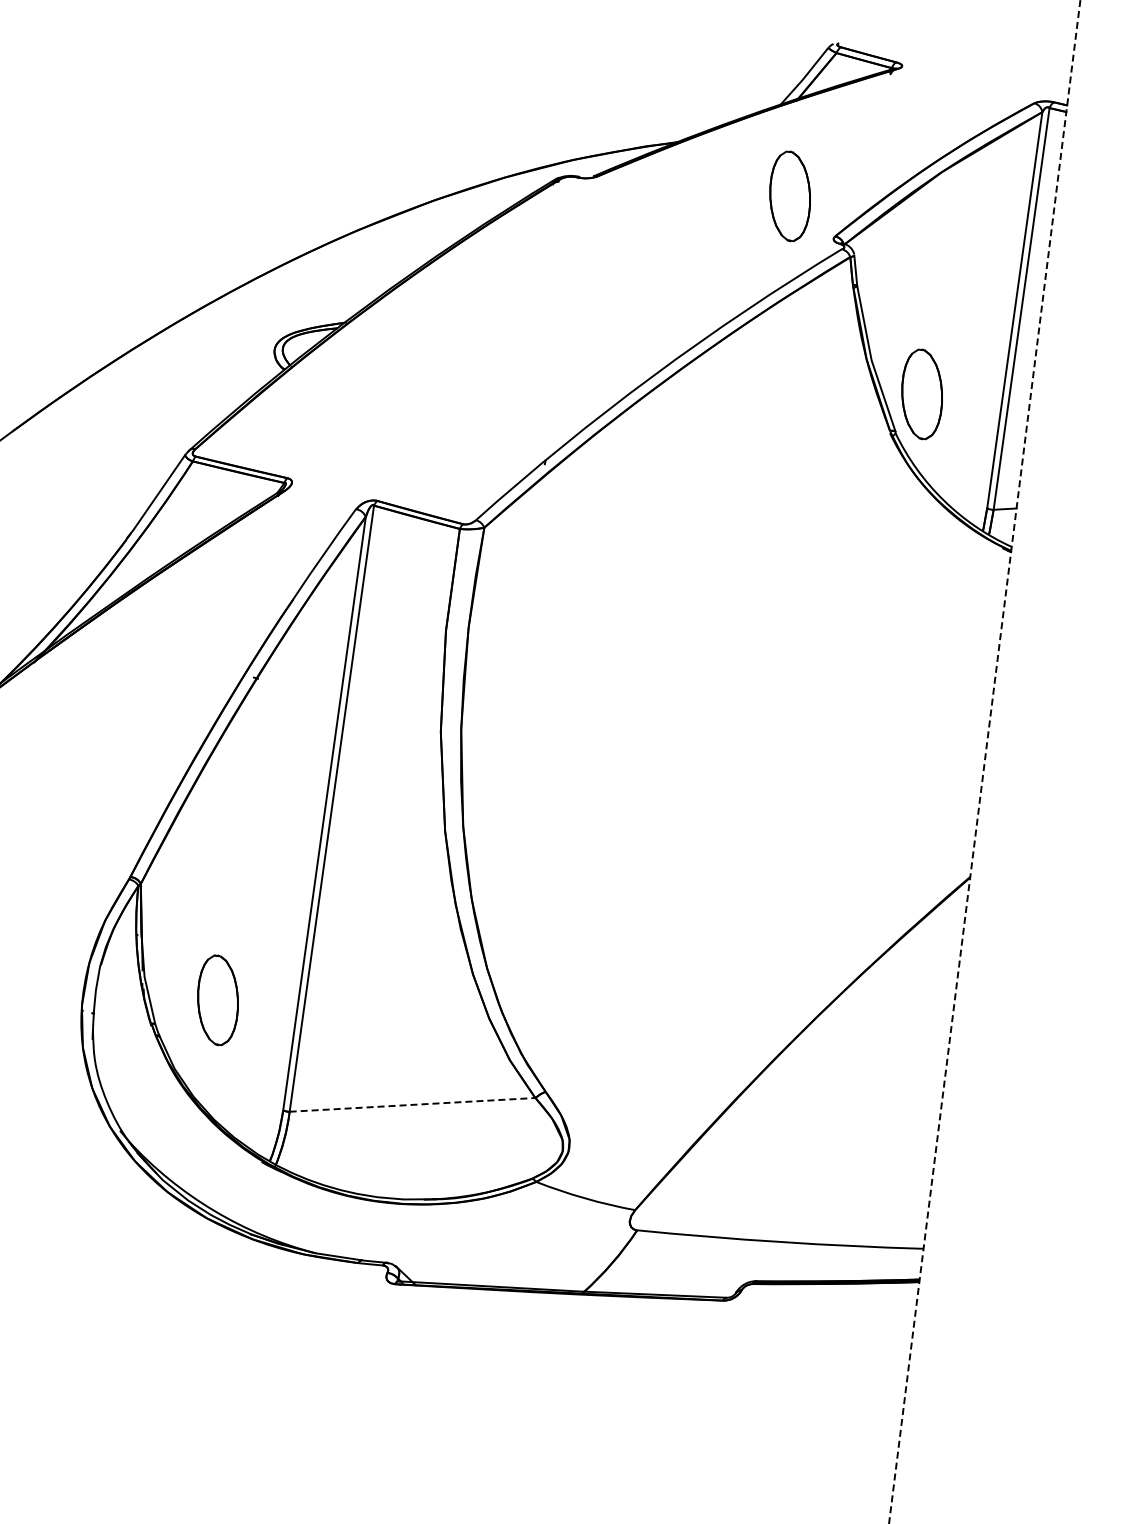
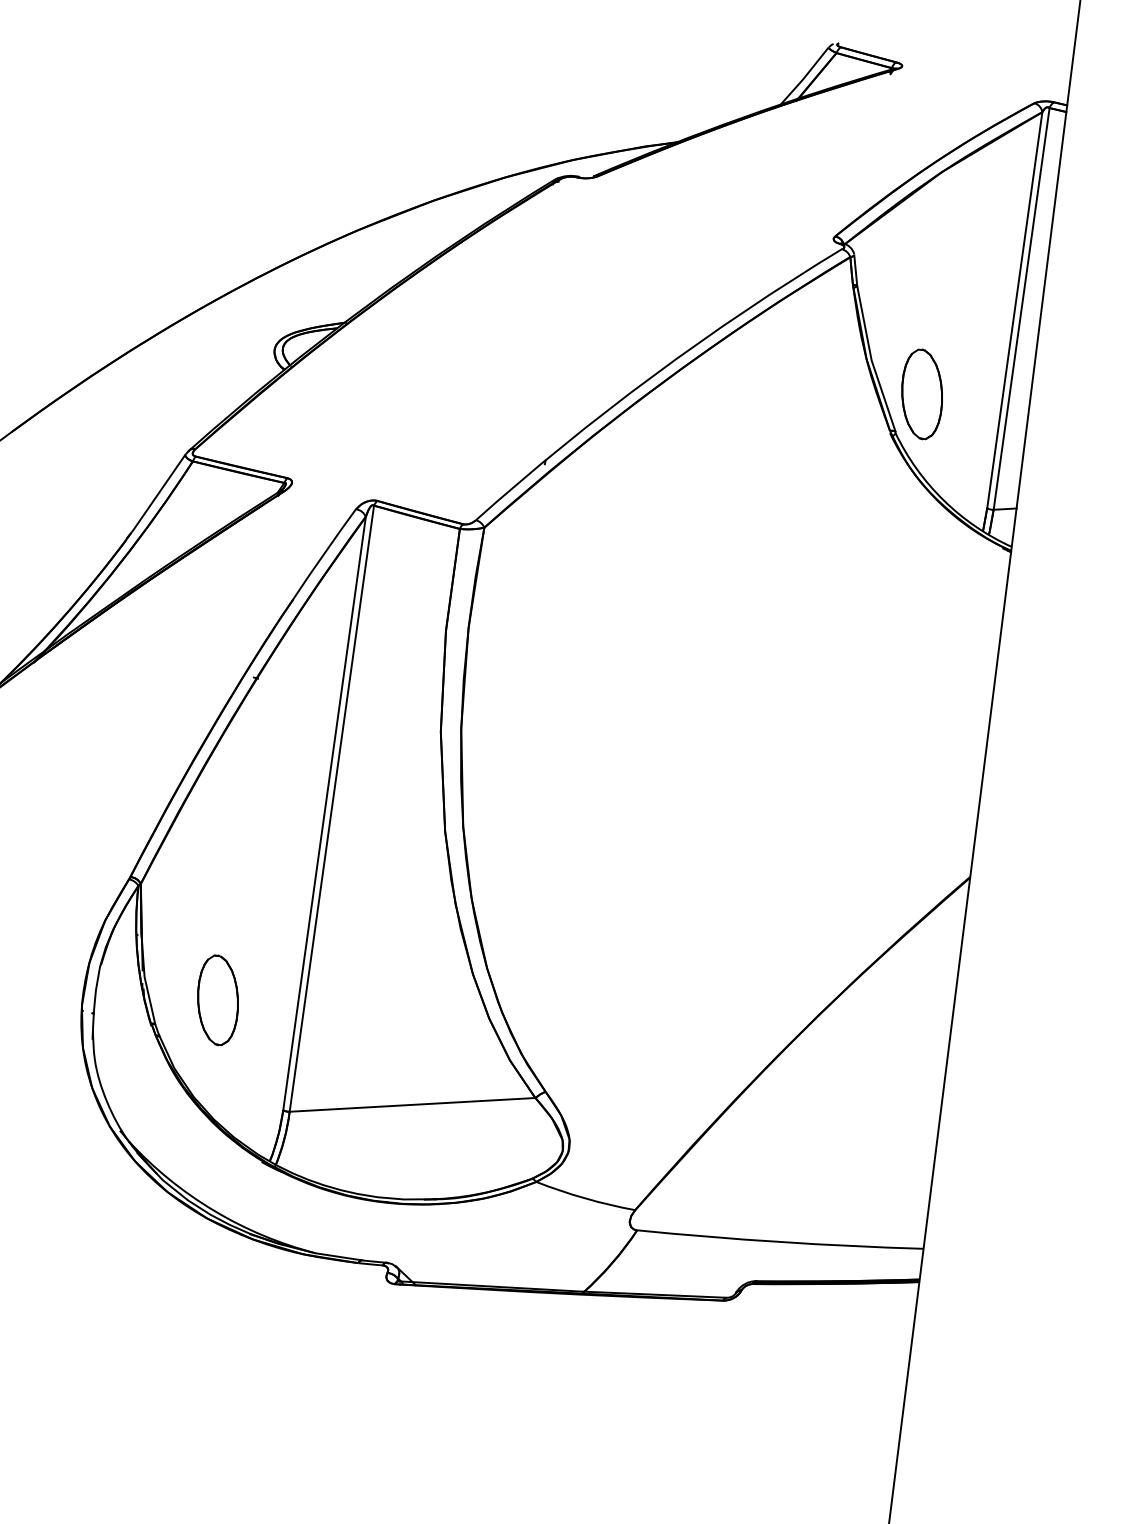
part at (789, 196): present -> none
line at (984, 761): dashed -> solid
line at (413, 1104): dashed -> solid
